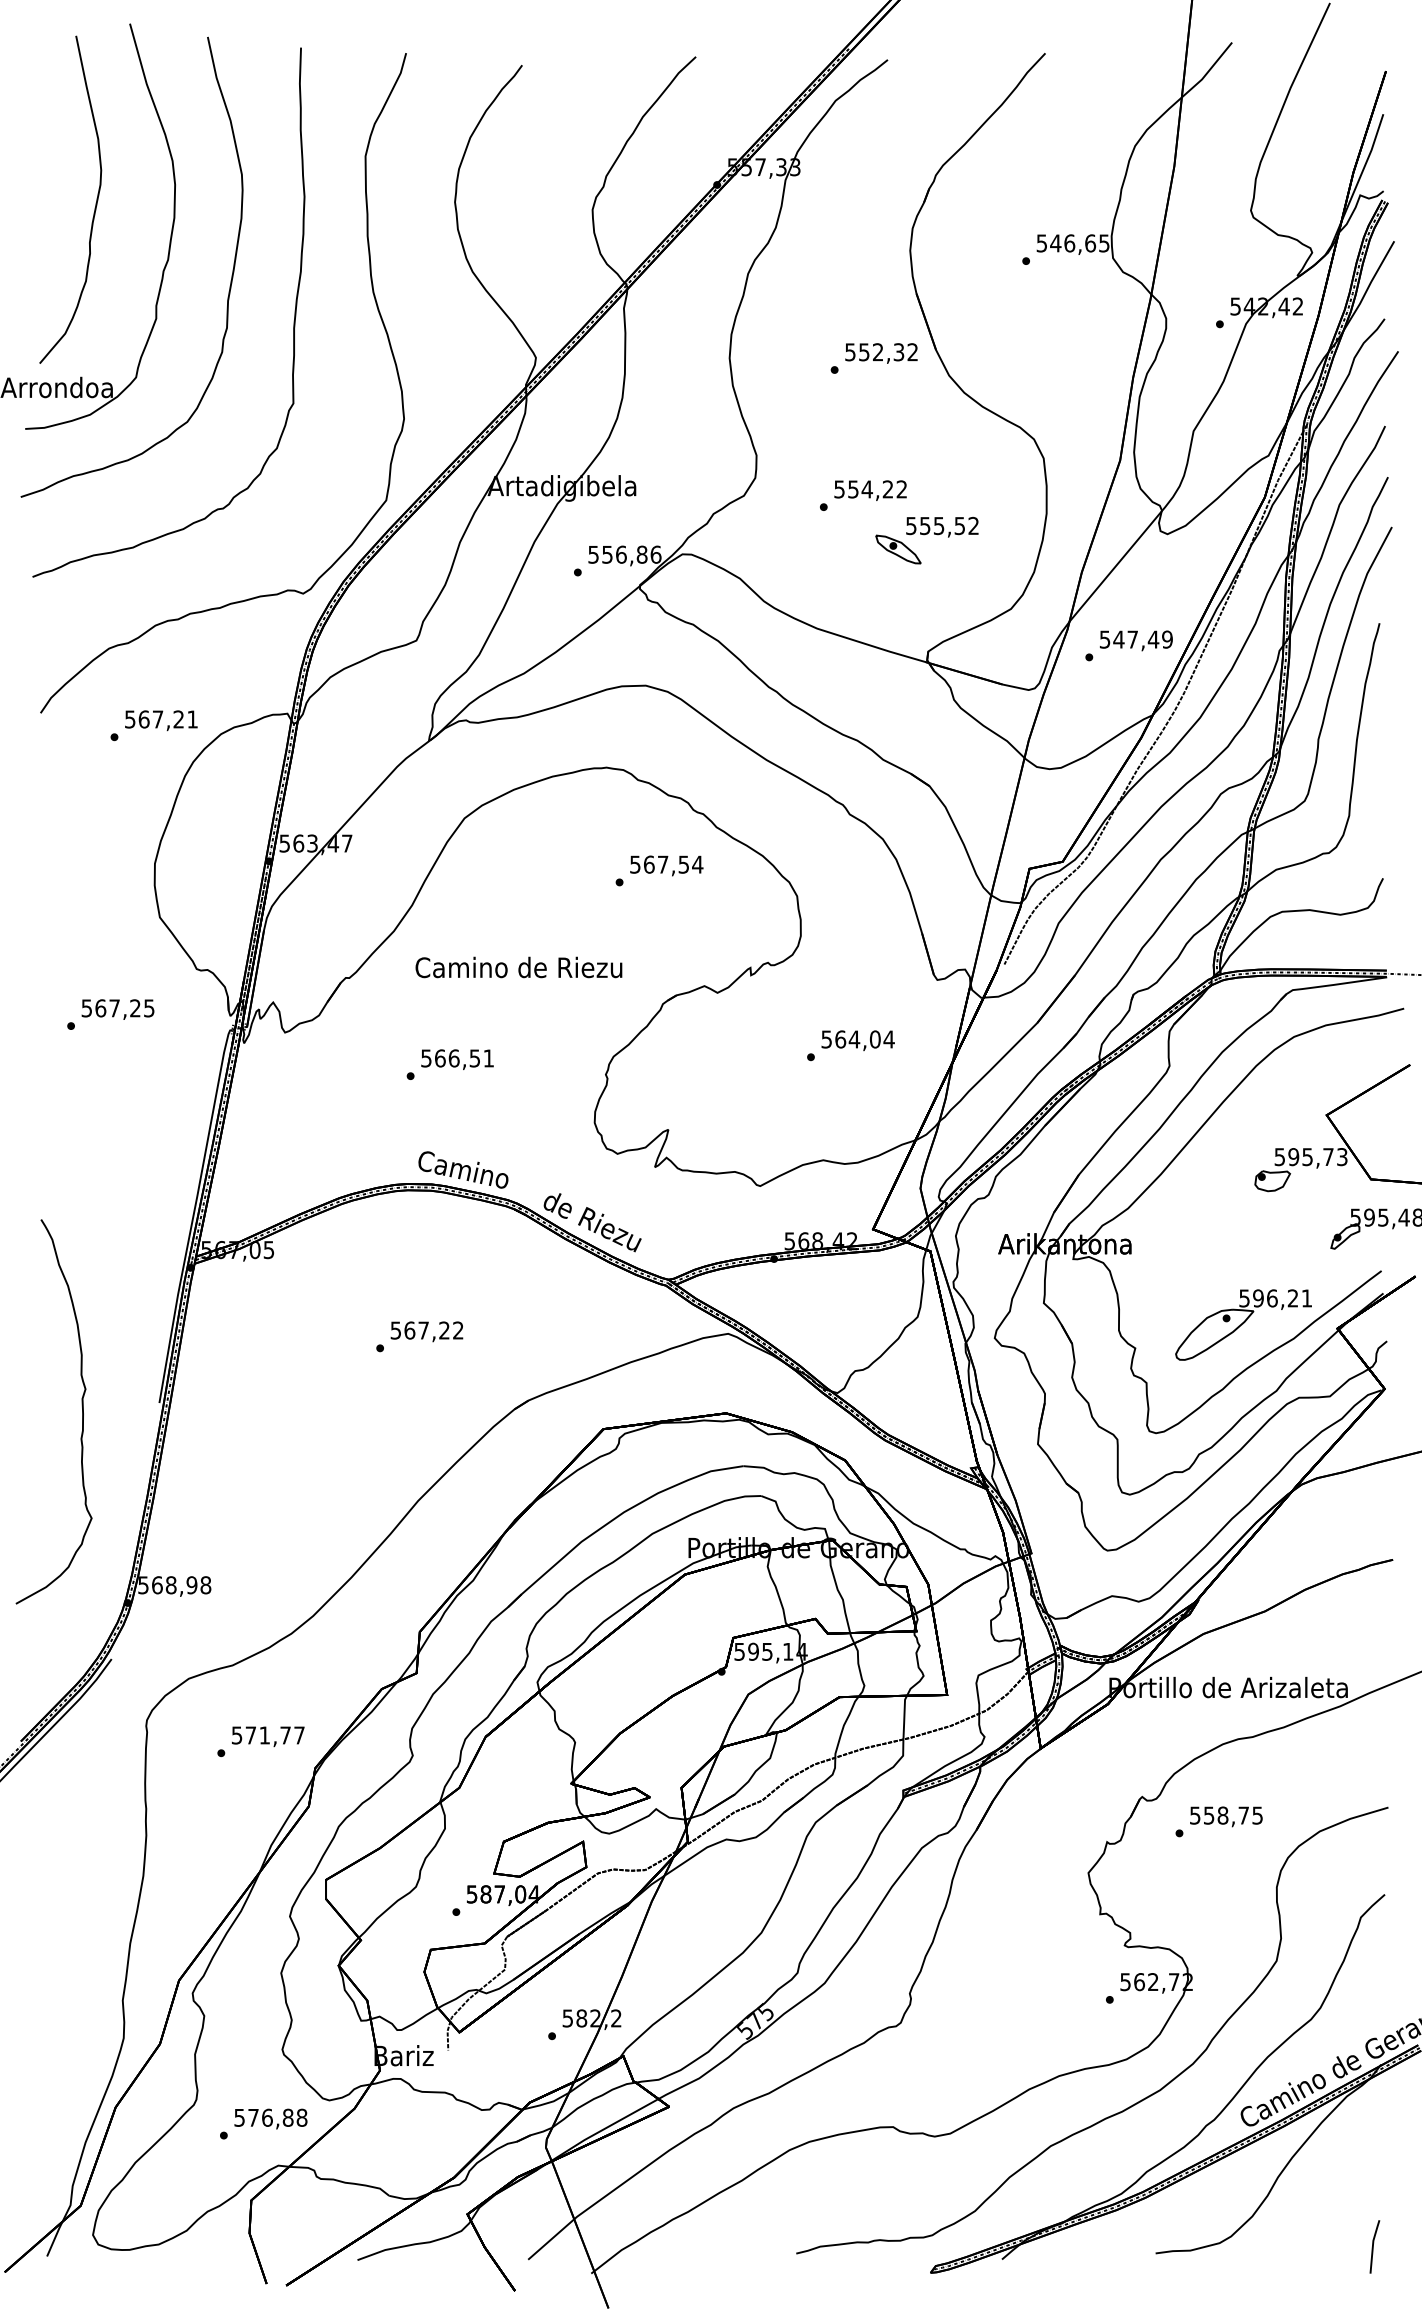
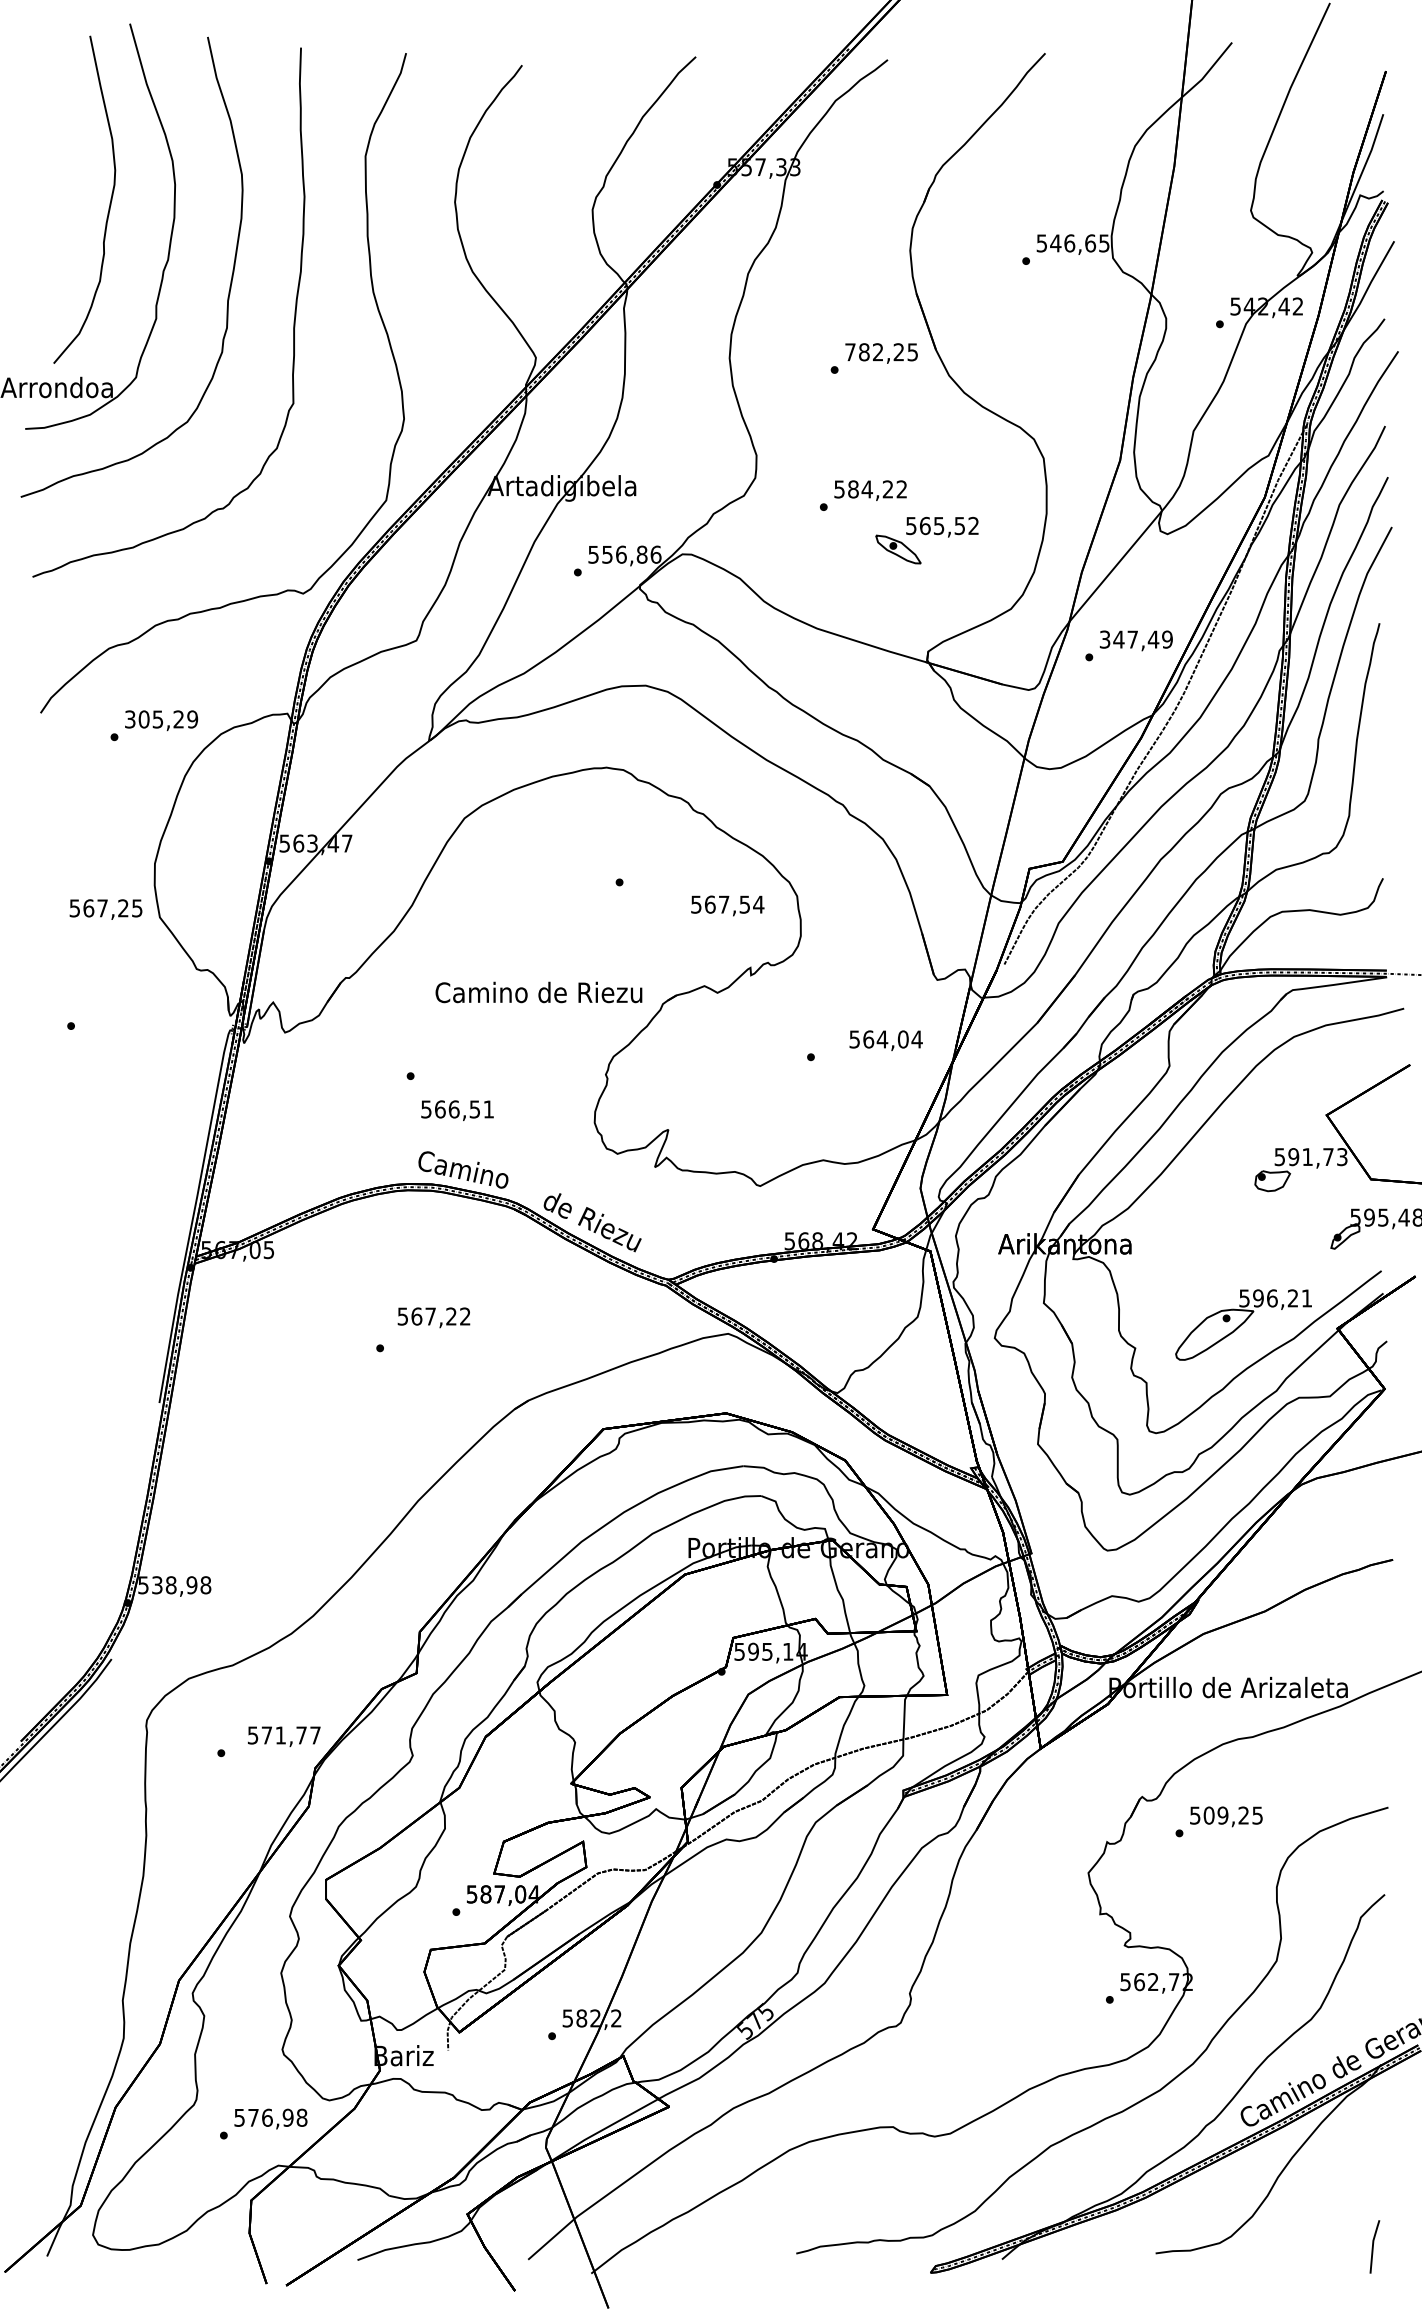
curve at (95, 203) position: (95, 203) -> (109, 203)
text at (881, 352): 552,32 -> 782,25
text at (853, 489): 554,22 -> 584,22
text at (925, 525): 555,52 -> 565,52
text at (1105, 638): 547,49 -> 347,49
text at (161, 719): 567,21 -> 305,29
text at (666, 865) position: (666, 865) -> (727, 905)
text at (518, 967) position: (518, 967) -> (538, 992)
text at (117, 1009) position: (117, 1009) -> (105, 909)
text at (857, 1040) position: (857, 1040) -> (885, 1040)
text at (457, 1059) position: (457, 1059) -> (457, 1110)
text at (1307, 1157): 595,73 -> 591,73
text at (426, 1331) position: (426, 1331) -> (433, 1317)
curve at (81, 1406): present -> none
text at (157, 1585): 568,98 -> 538,98
text at (268, 1736) position: (268, 1736) -> (284, 1736)
text at (1225, 1815): 558,75 -> 509,25
text at (287, 2117): 576,88 -> 576,98
